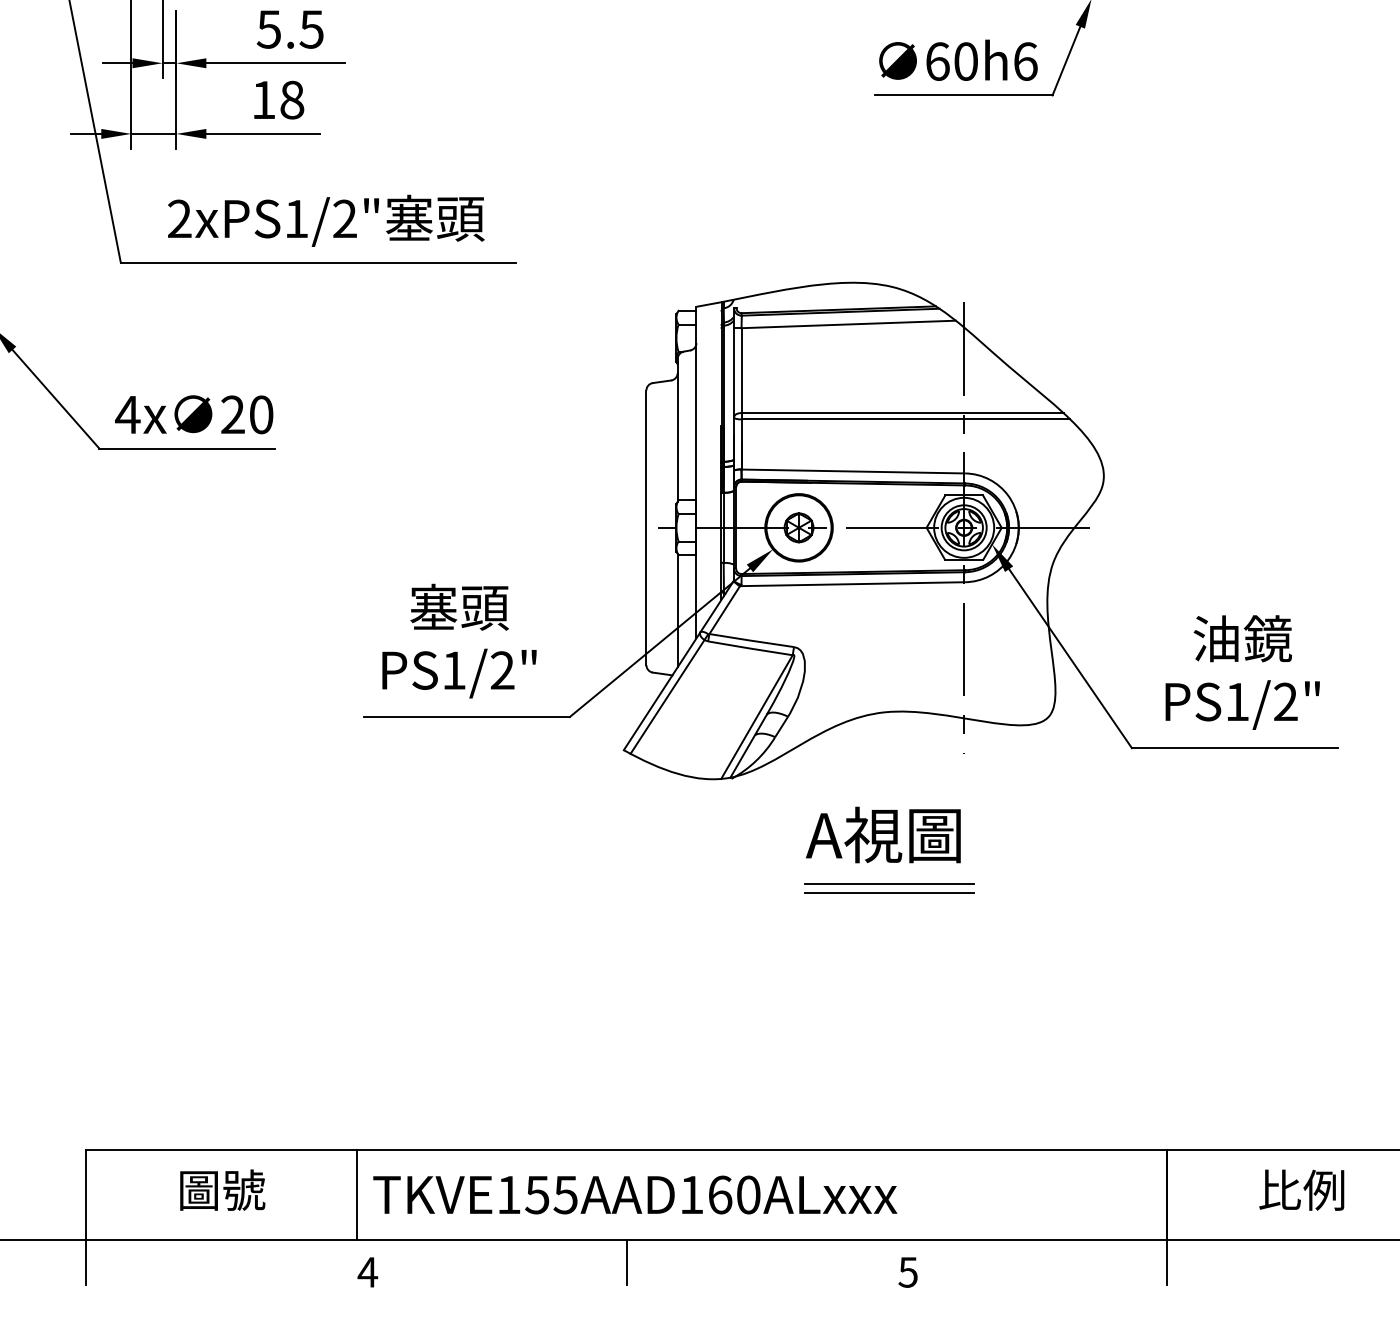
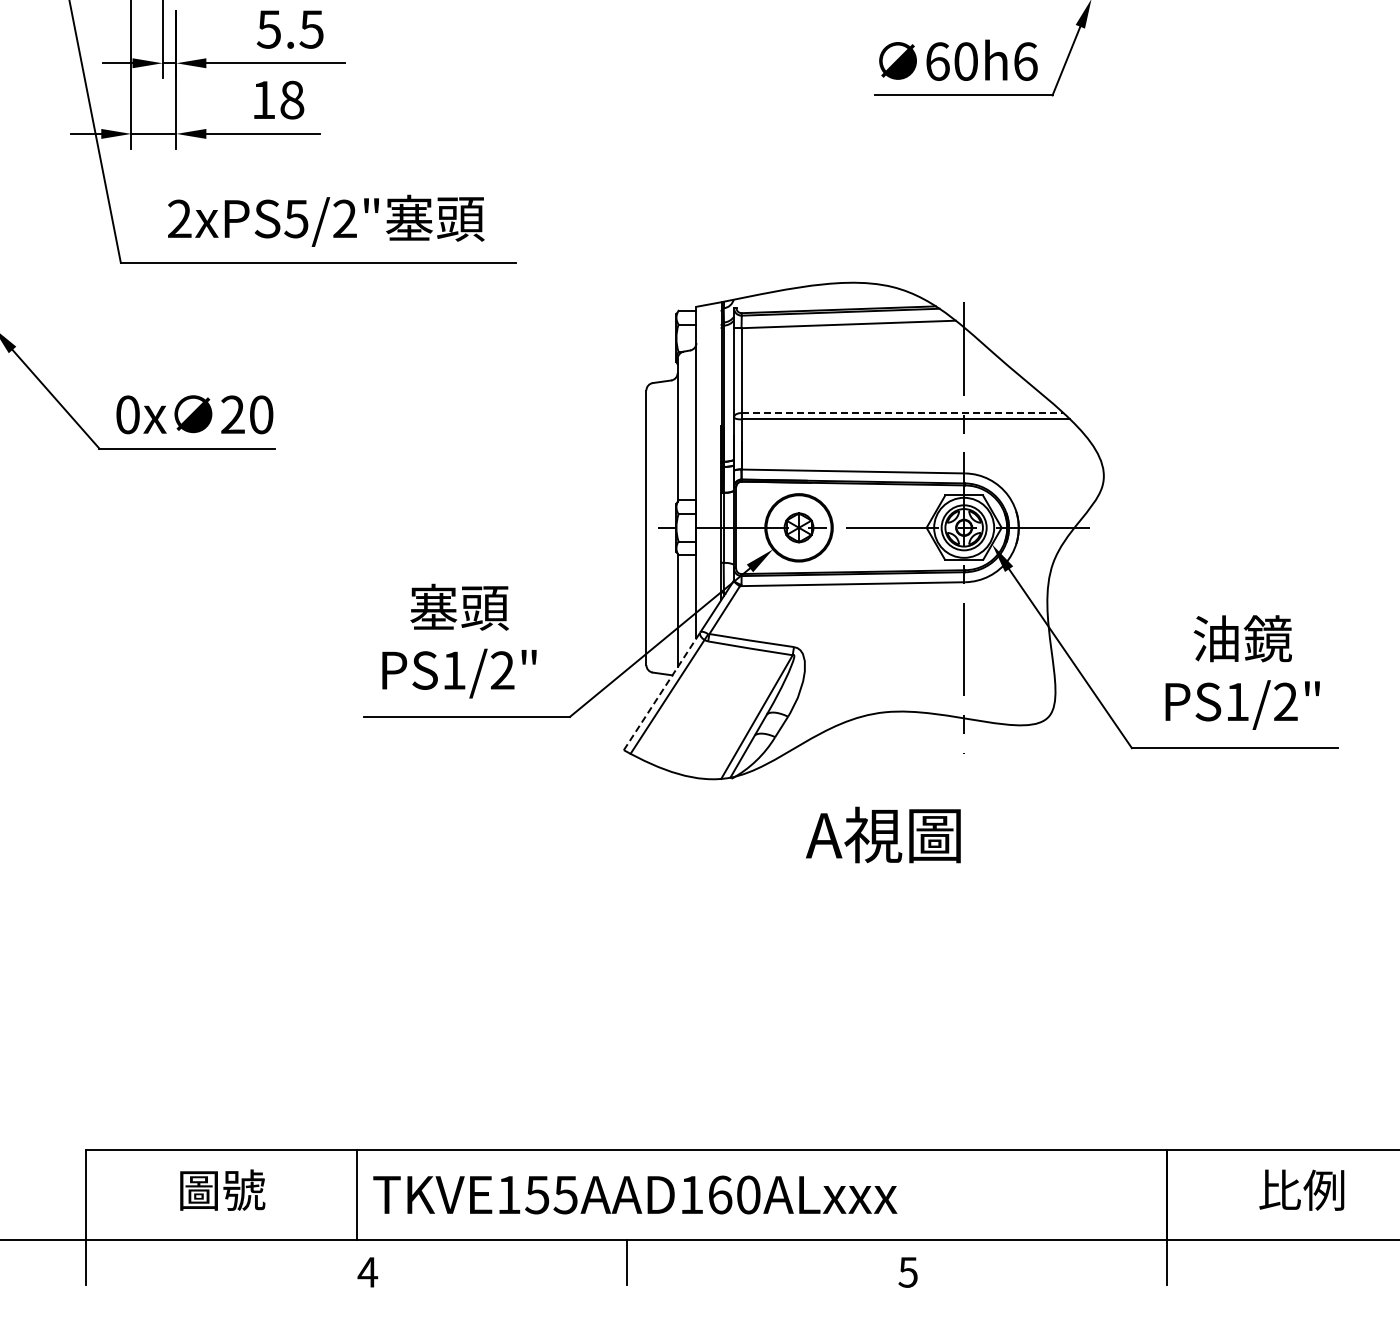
text at (296, 219): 2xPS1/2" -> 2xPS5/2"
line at (902, 413): solid -> dashed
text at (127, 414): 4x -> 0x
line at (662, 690): solid -> dashed
line at (889, 883): present -> none
line at (889, 892): present -> none
